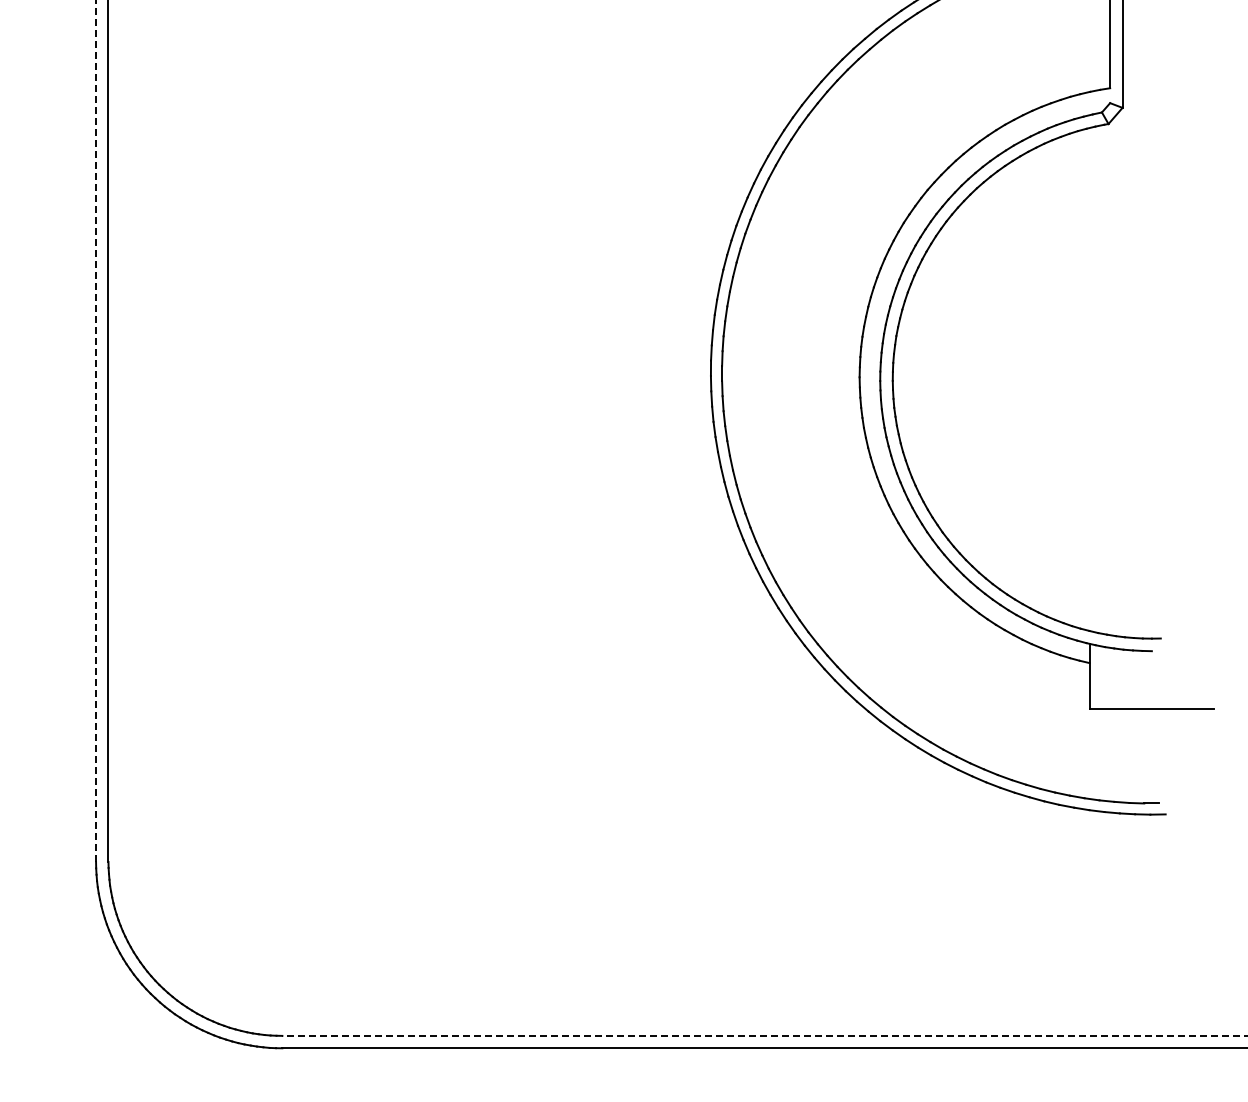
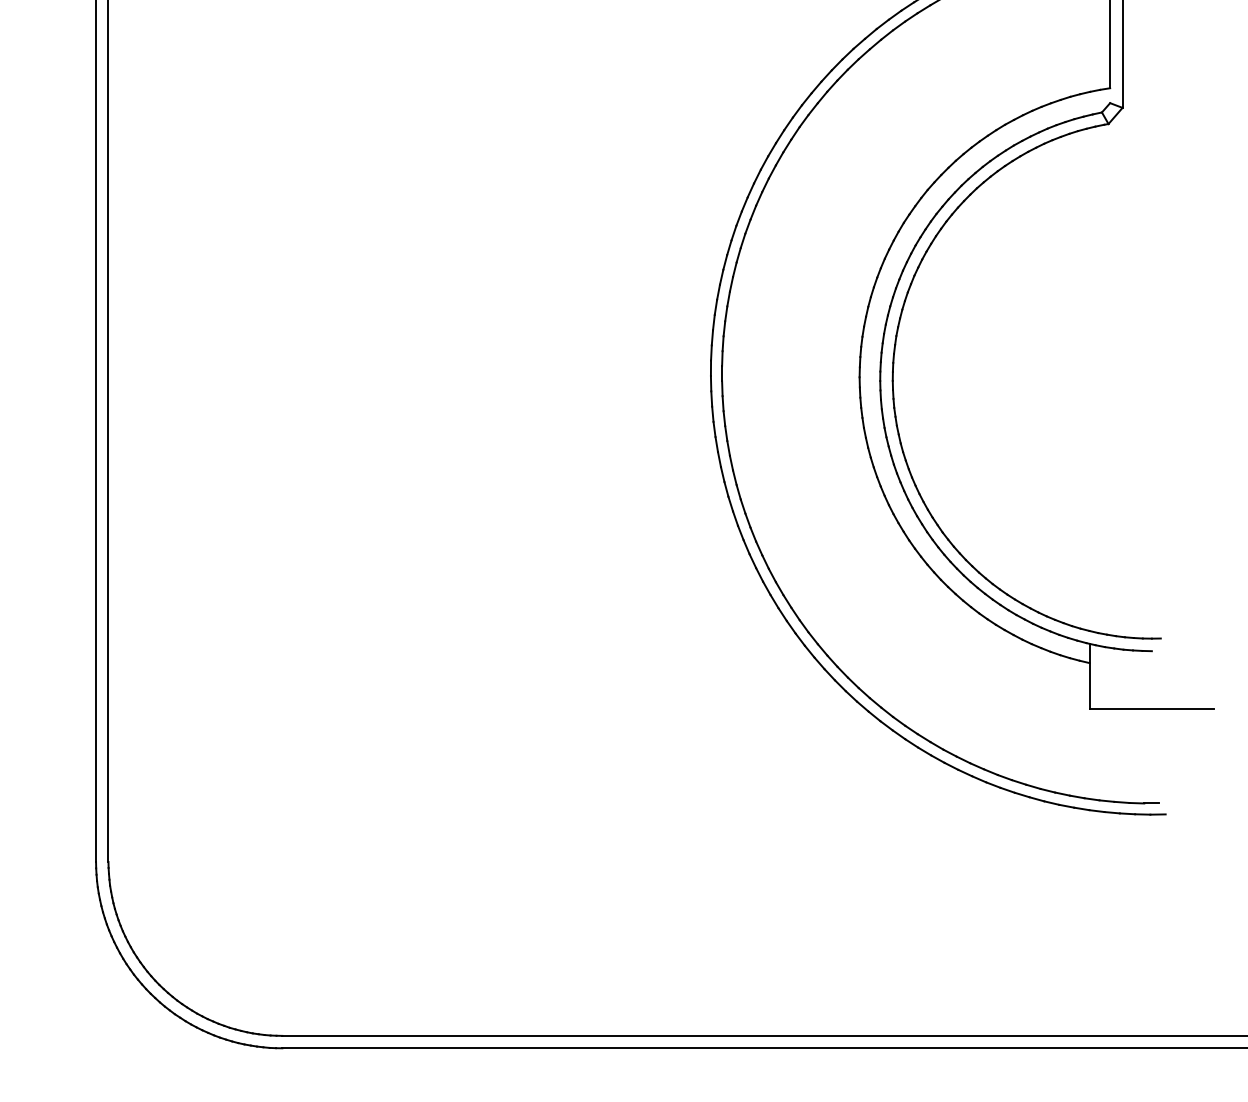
line at (96, 430): dashed -> solid
line at (764, 1035): dashed -> solid
